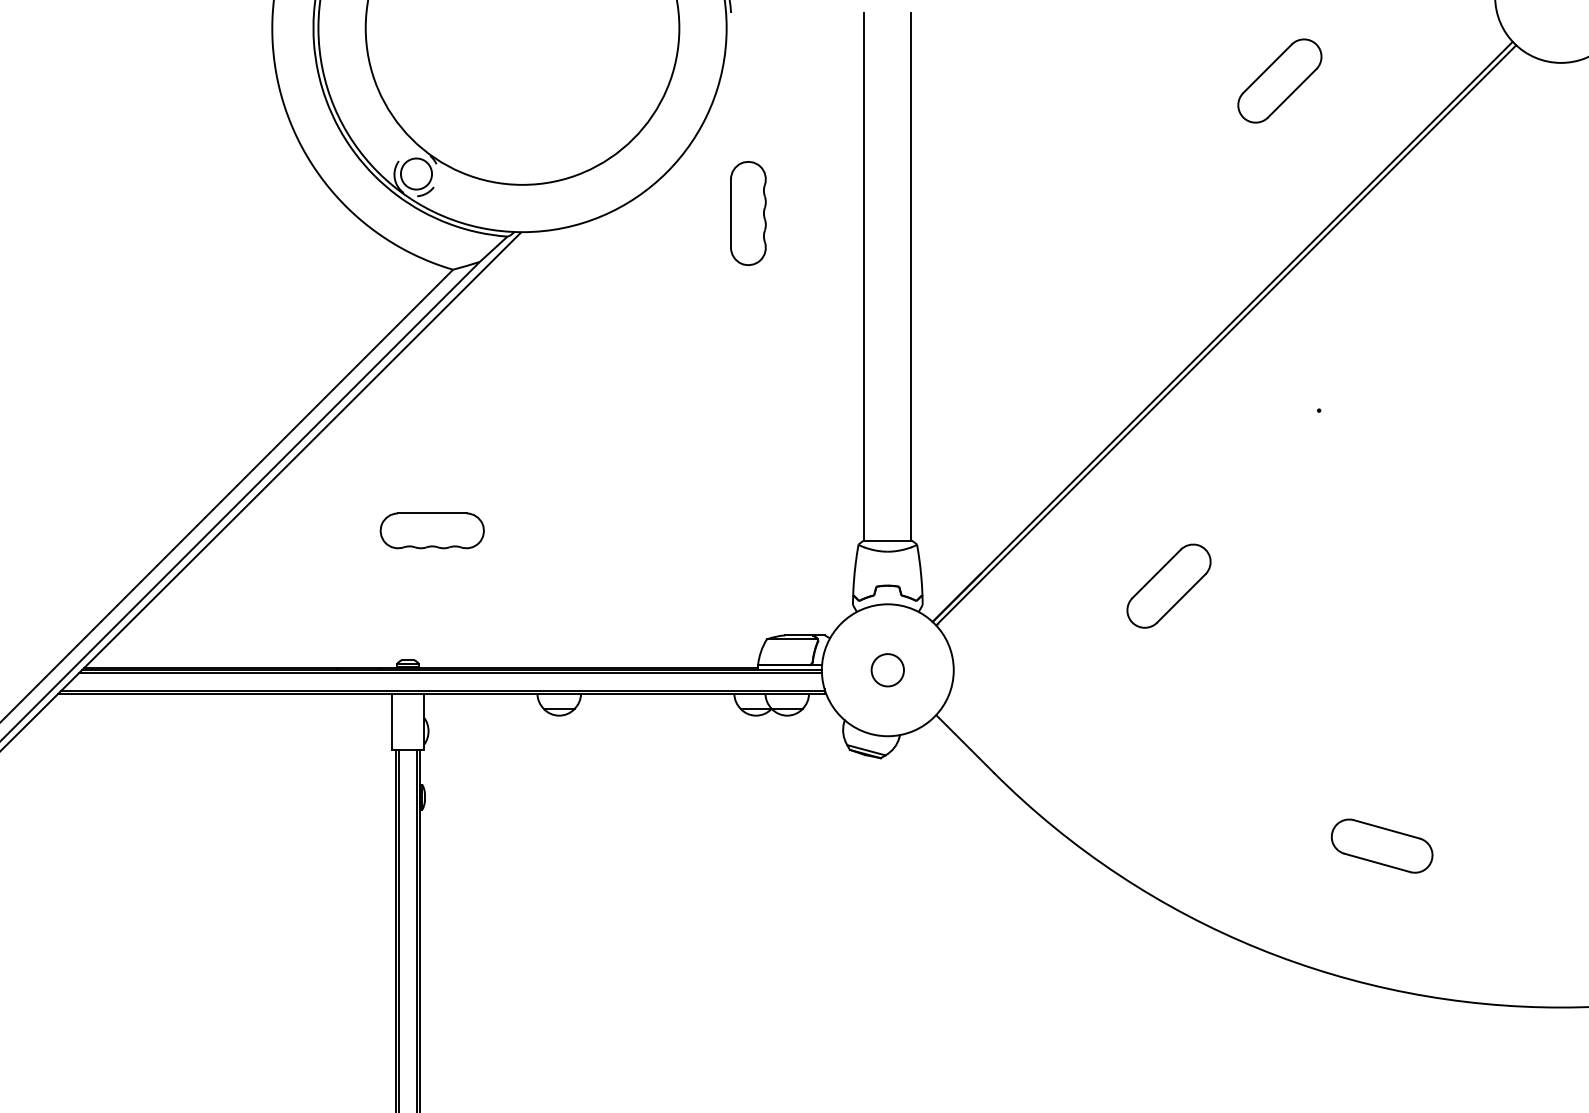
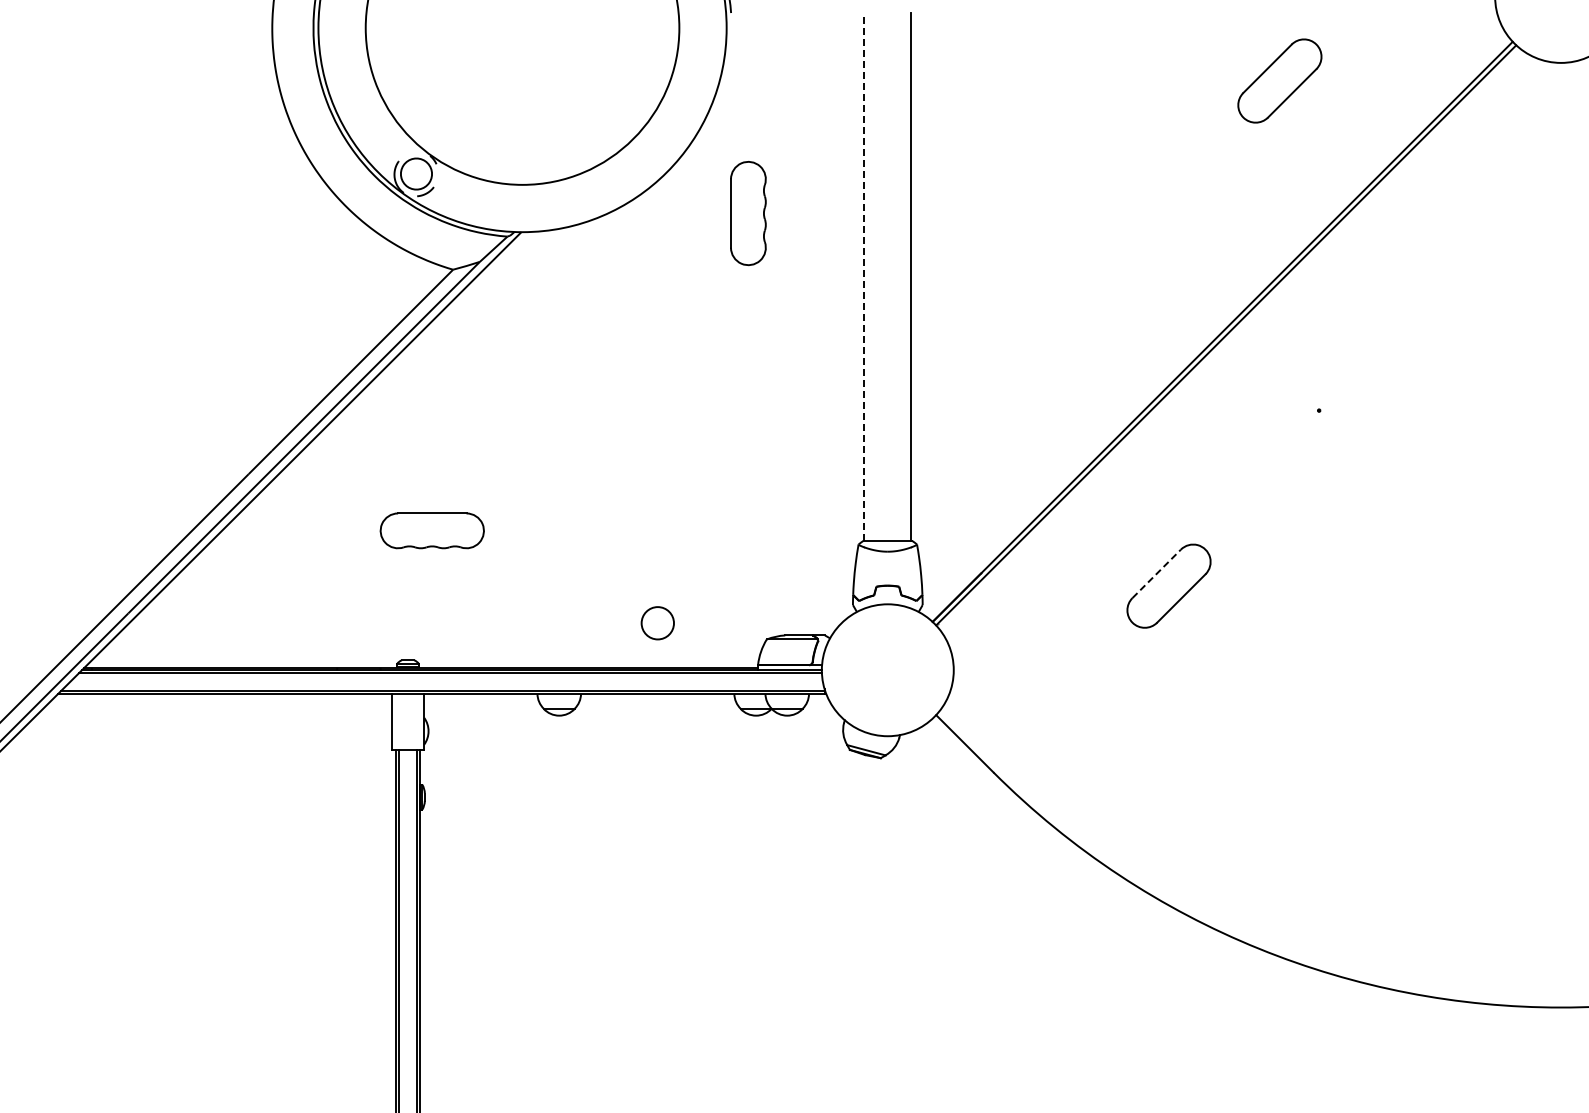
line at (864, 276): solid -> dashed
line at (1157, 573): solid -> dashed
circle at (887, 670) position: (887, 670) -> (657, 623)
part at (1382, 845): present -> none
